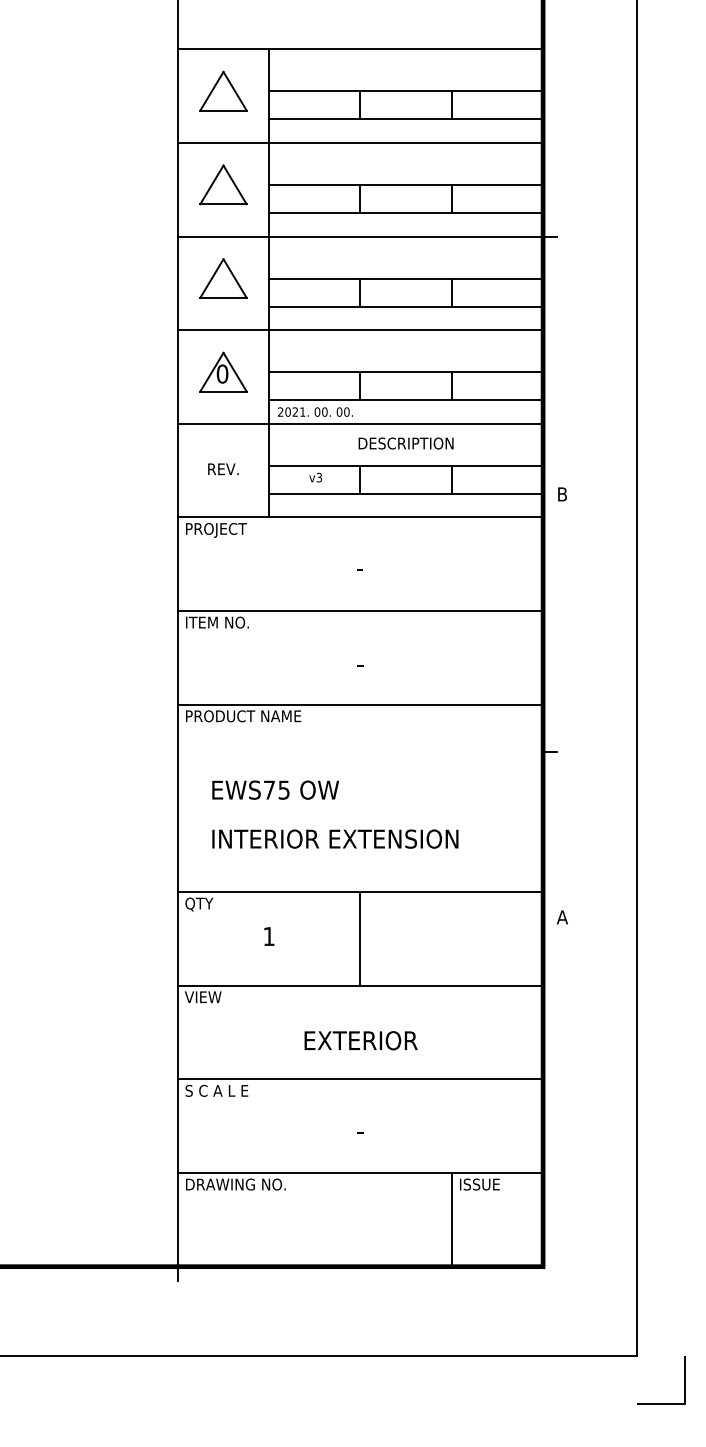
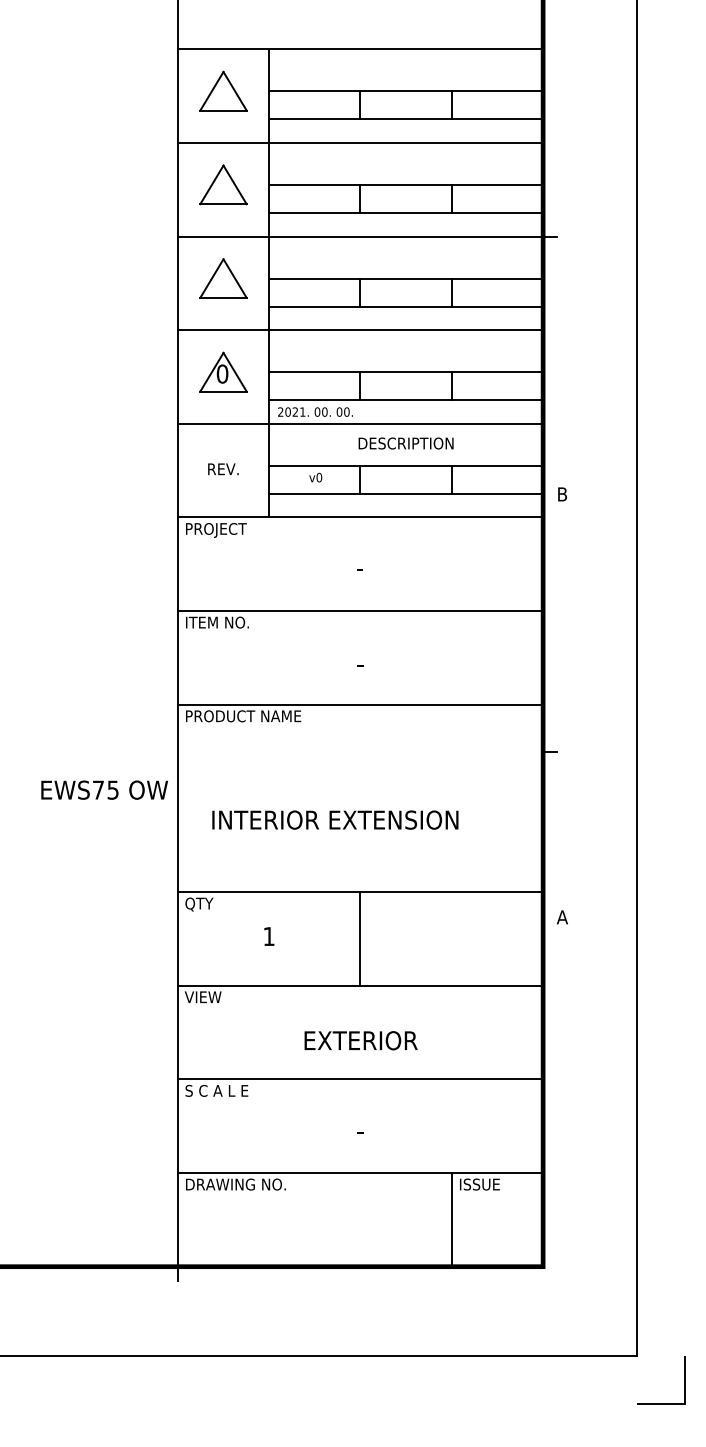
text at (319, 477): v3 -> v0
text at (275, 789) position: (275, 789) -> (104, 789)
text at (335, 838) position: (335, 838) -> (335, 819)
